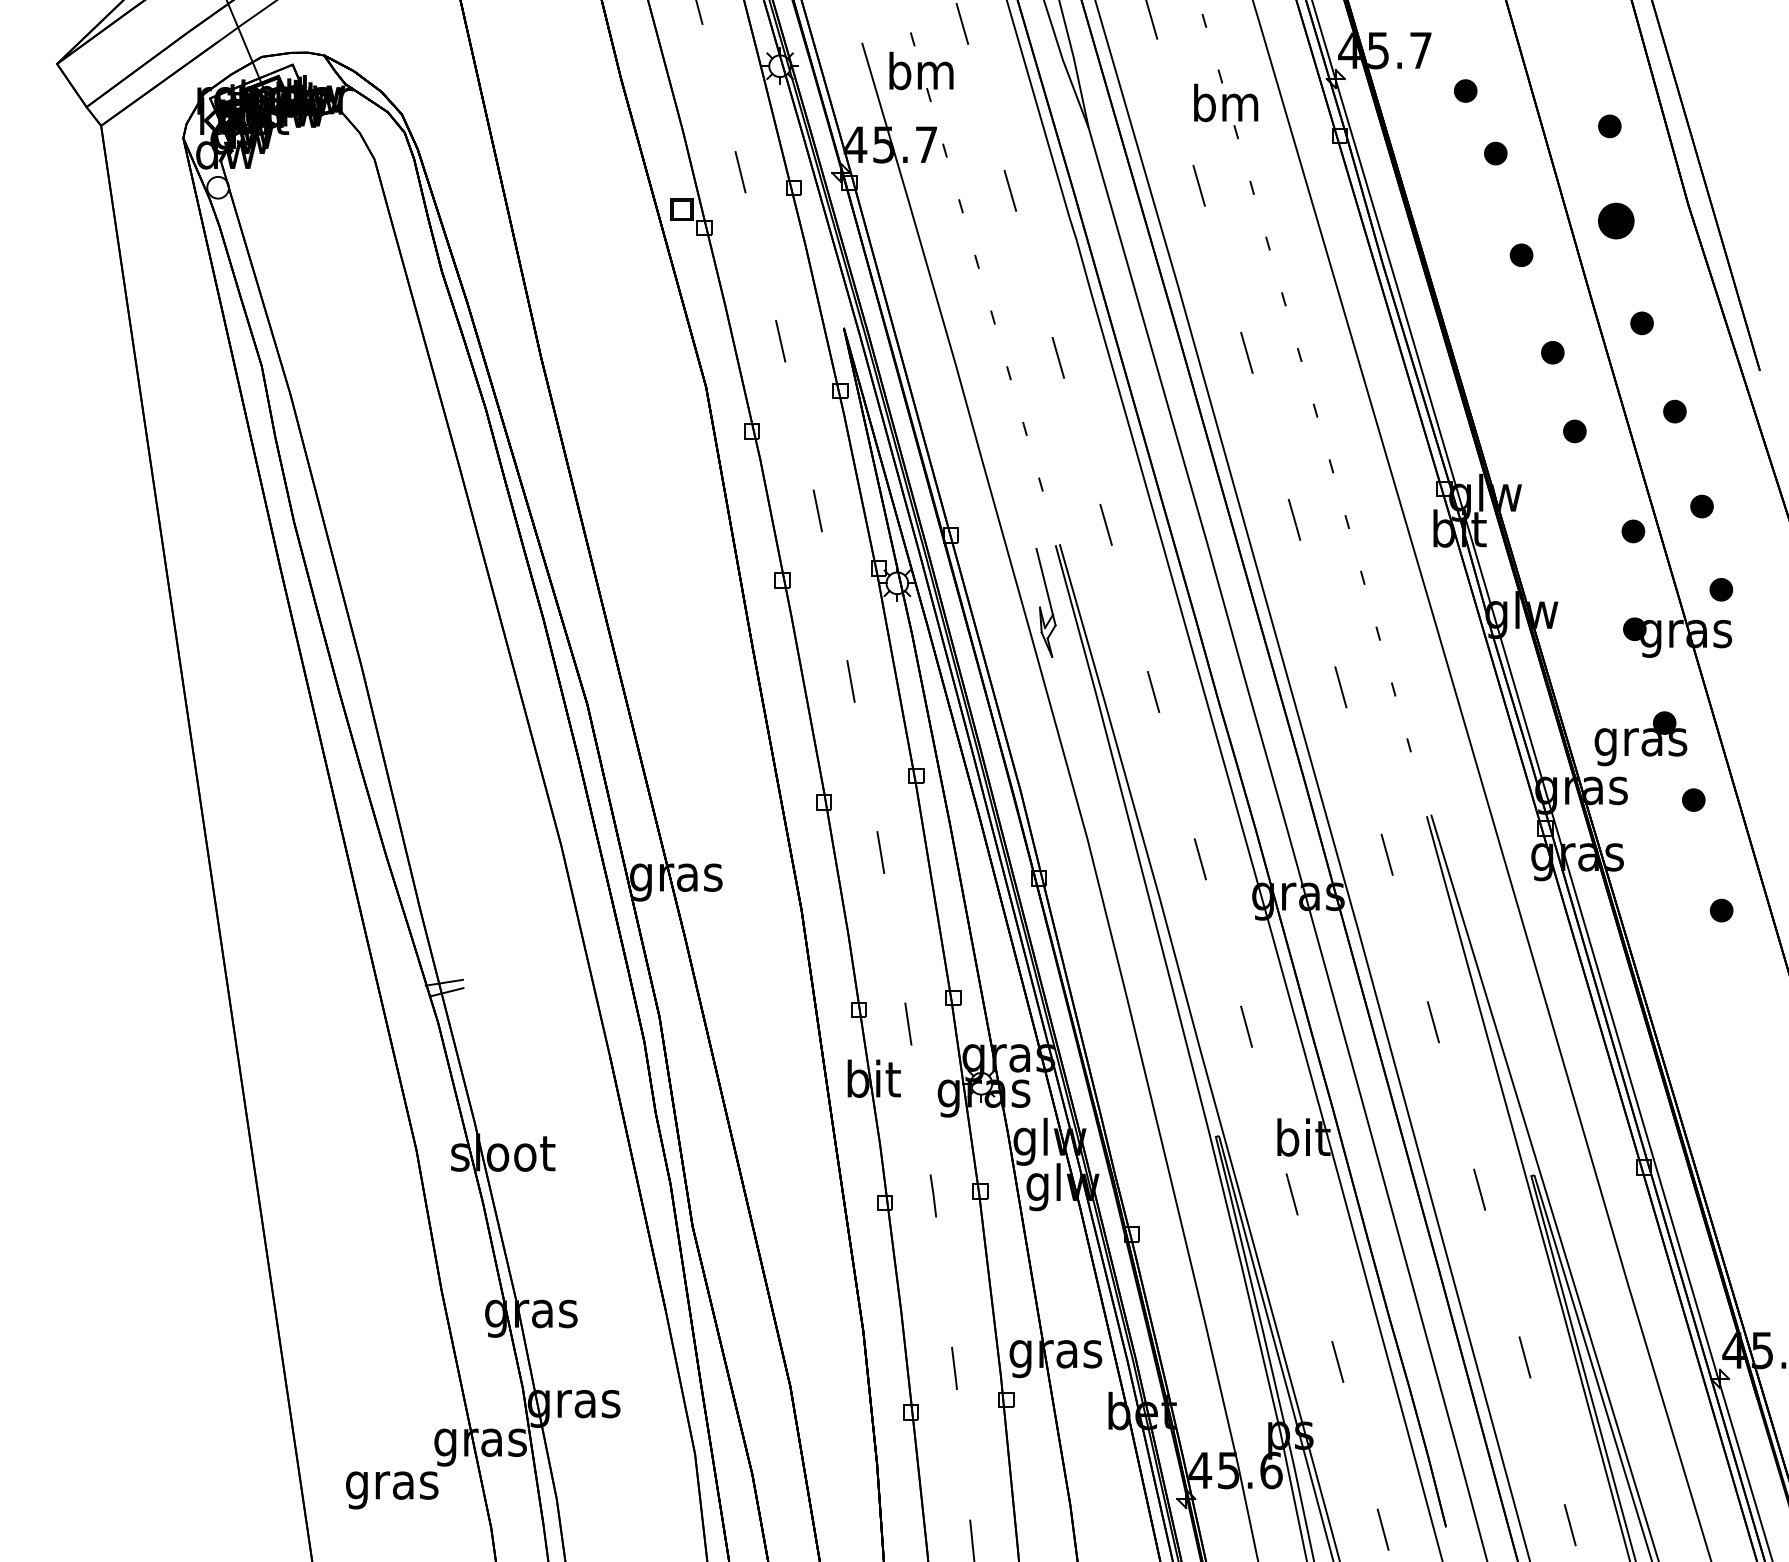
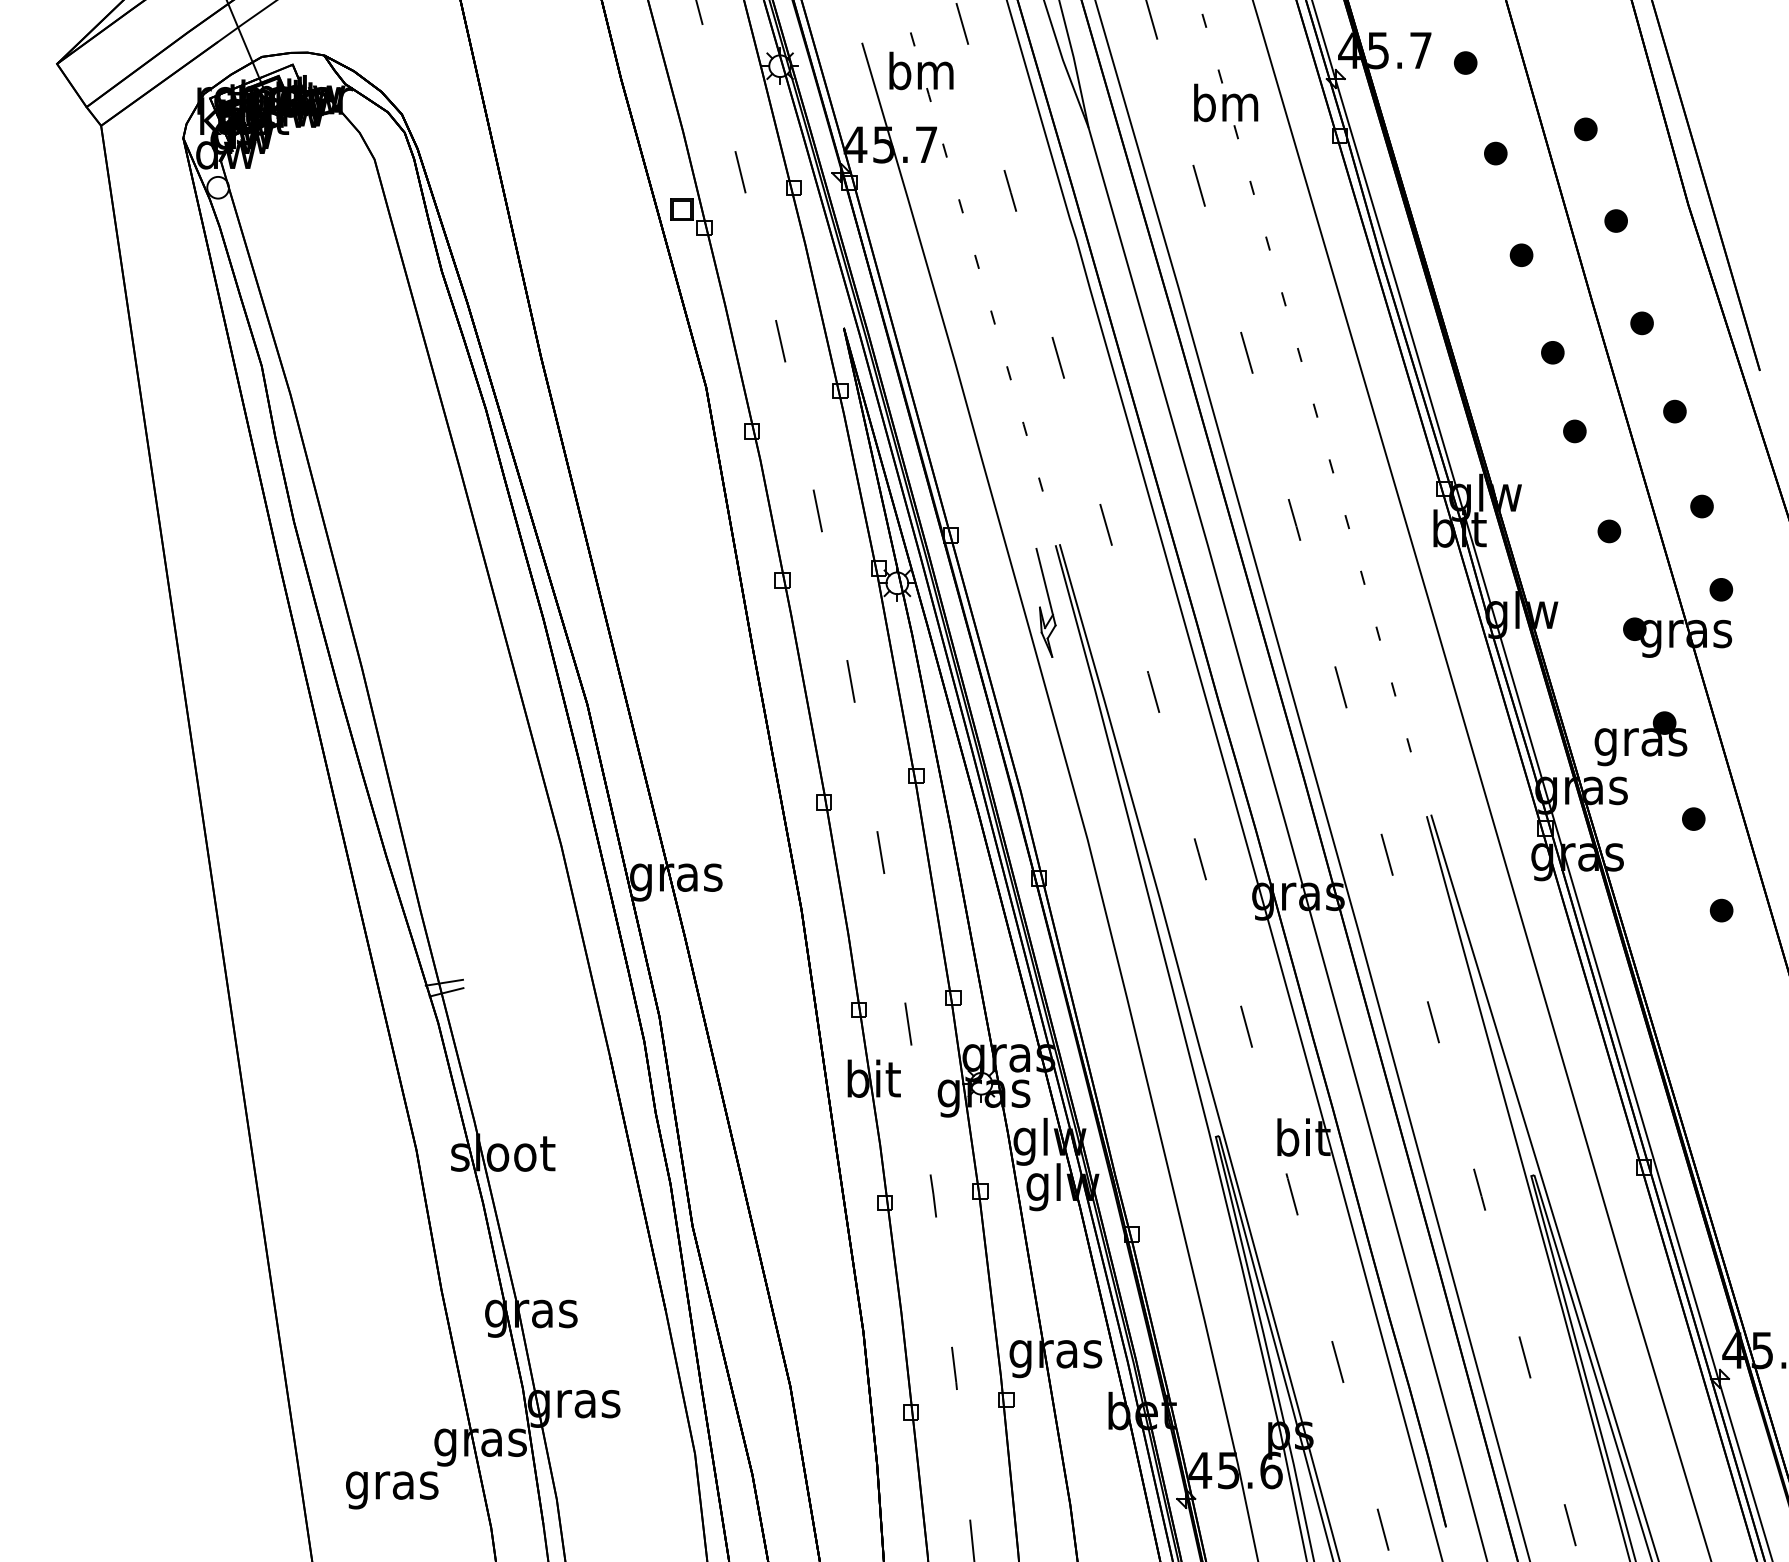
part at (1465, 90) position: (1465, 90) -> (1465, 62)
part at (1609, 126) position: (1609, 126) -> (1585, 129)
part at (1616, 220) size: 37x38 px -> 24x24 px
part at (1633, 531) position: (1633, 531) -> (1609, 531)
part at (1693, 799) position: (1693, 799) -> (1693, 818)
